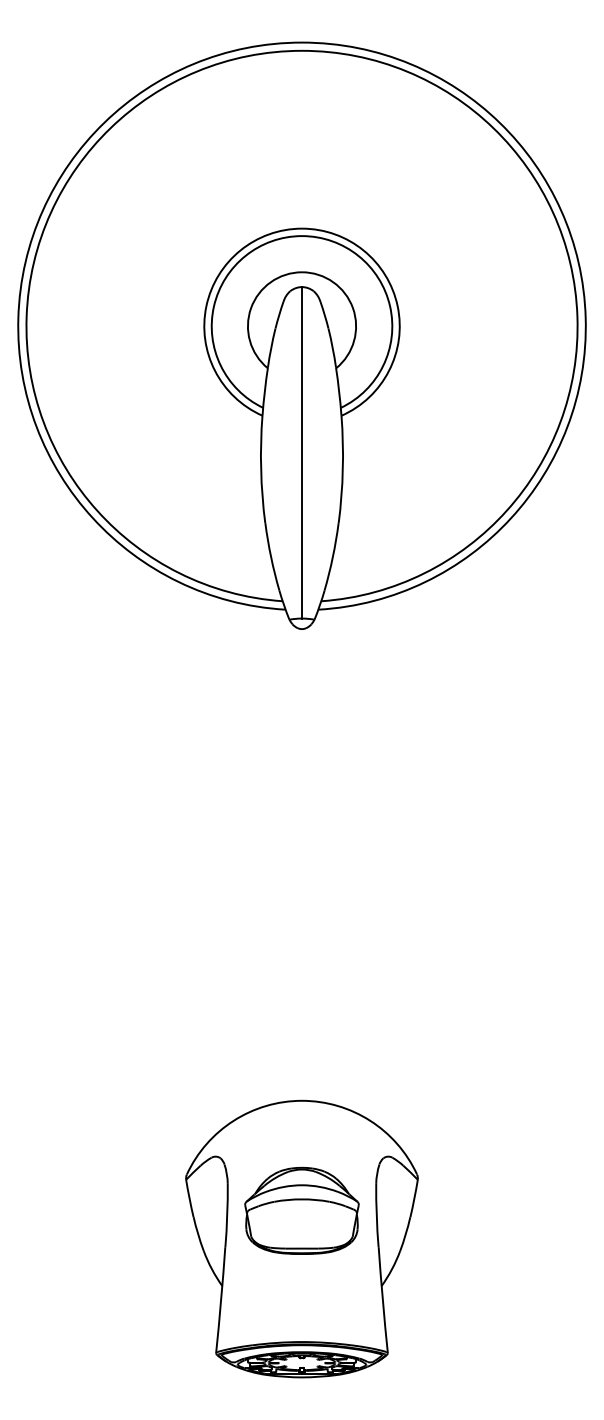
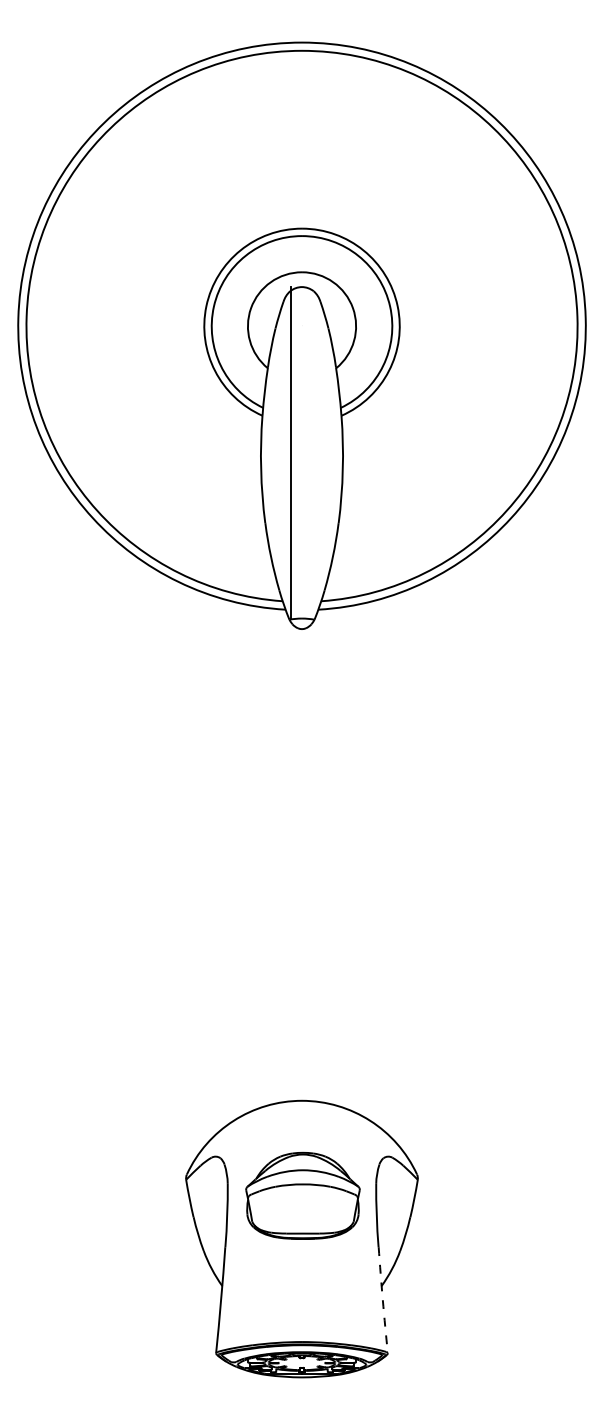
line at (302, 452) position: (302, 452) -> (291, 452)
part at (301, 1210) position: (301, 1210) -> (302, 1195)
arc at (382, 1300): solid -> dashed
